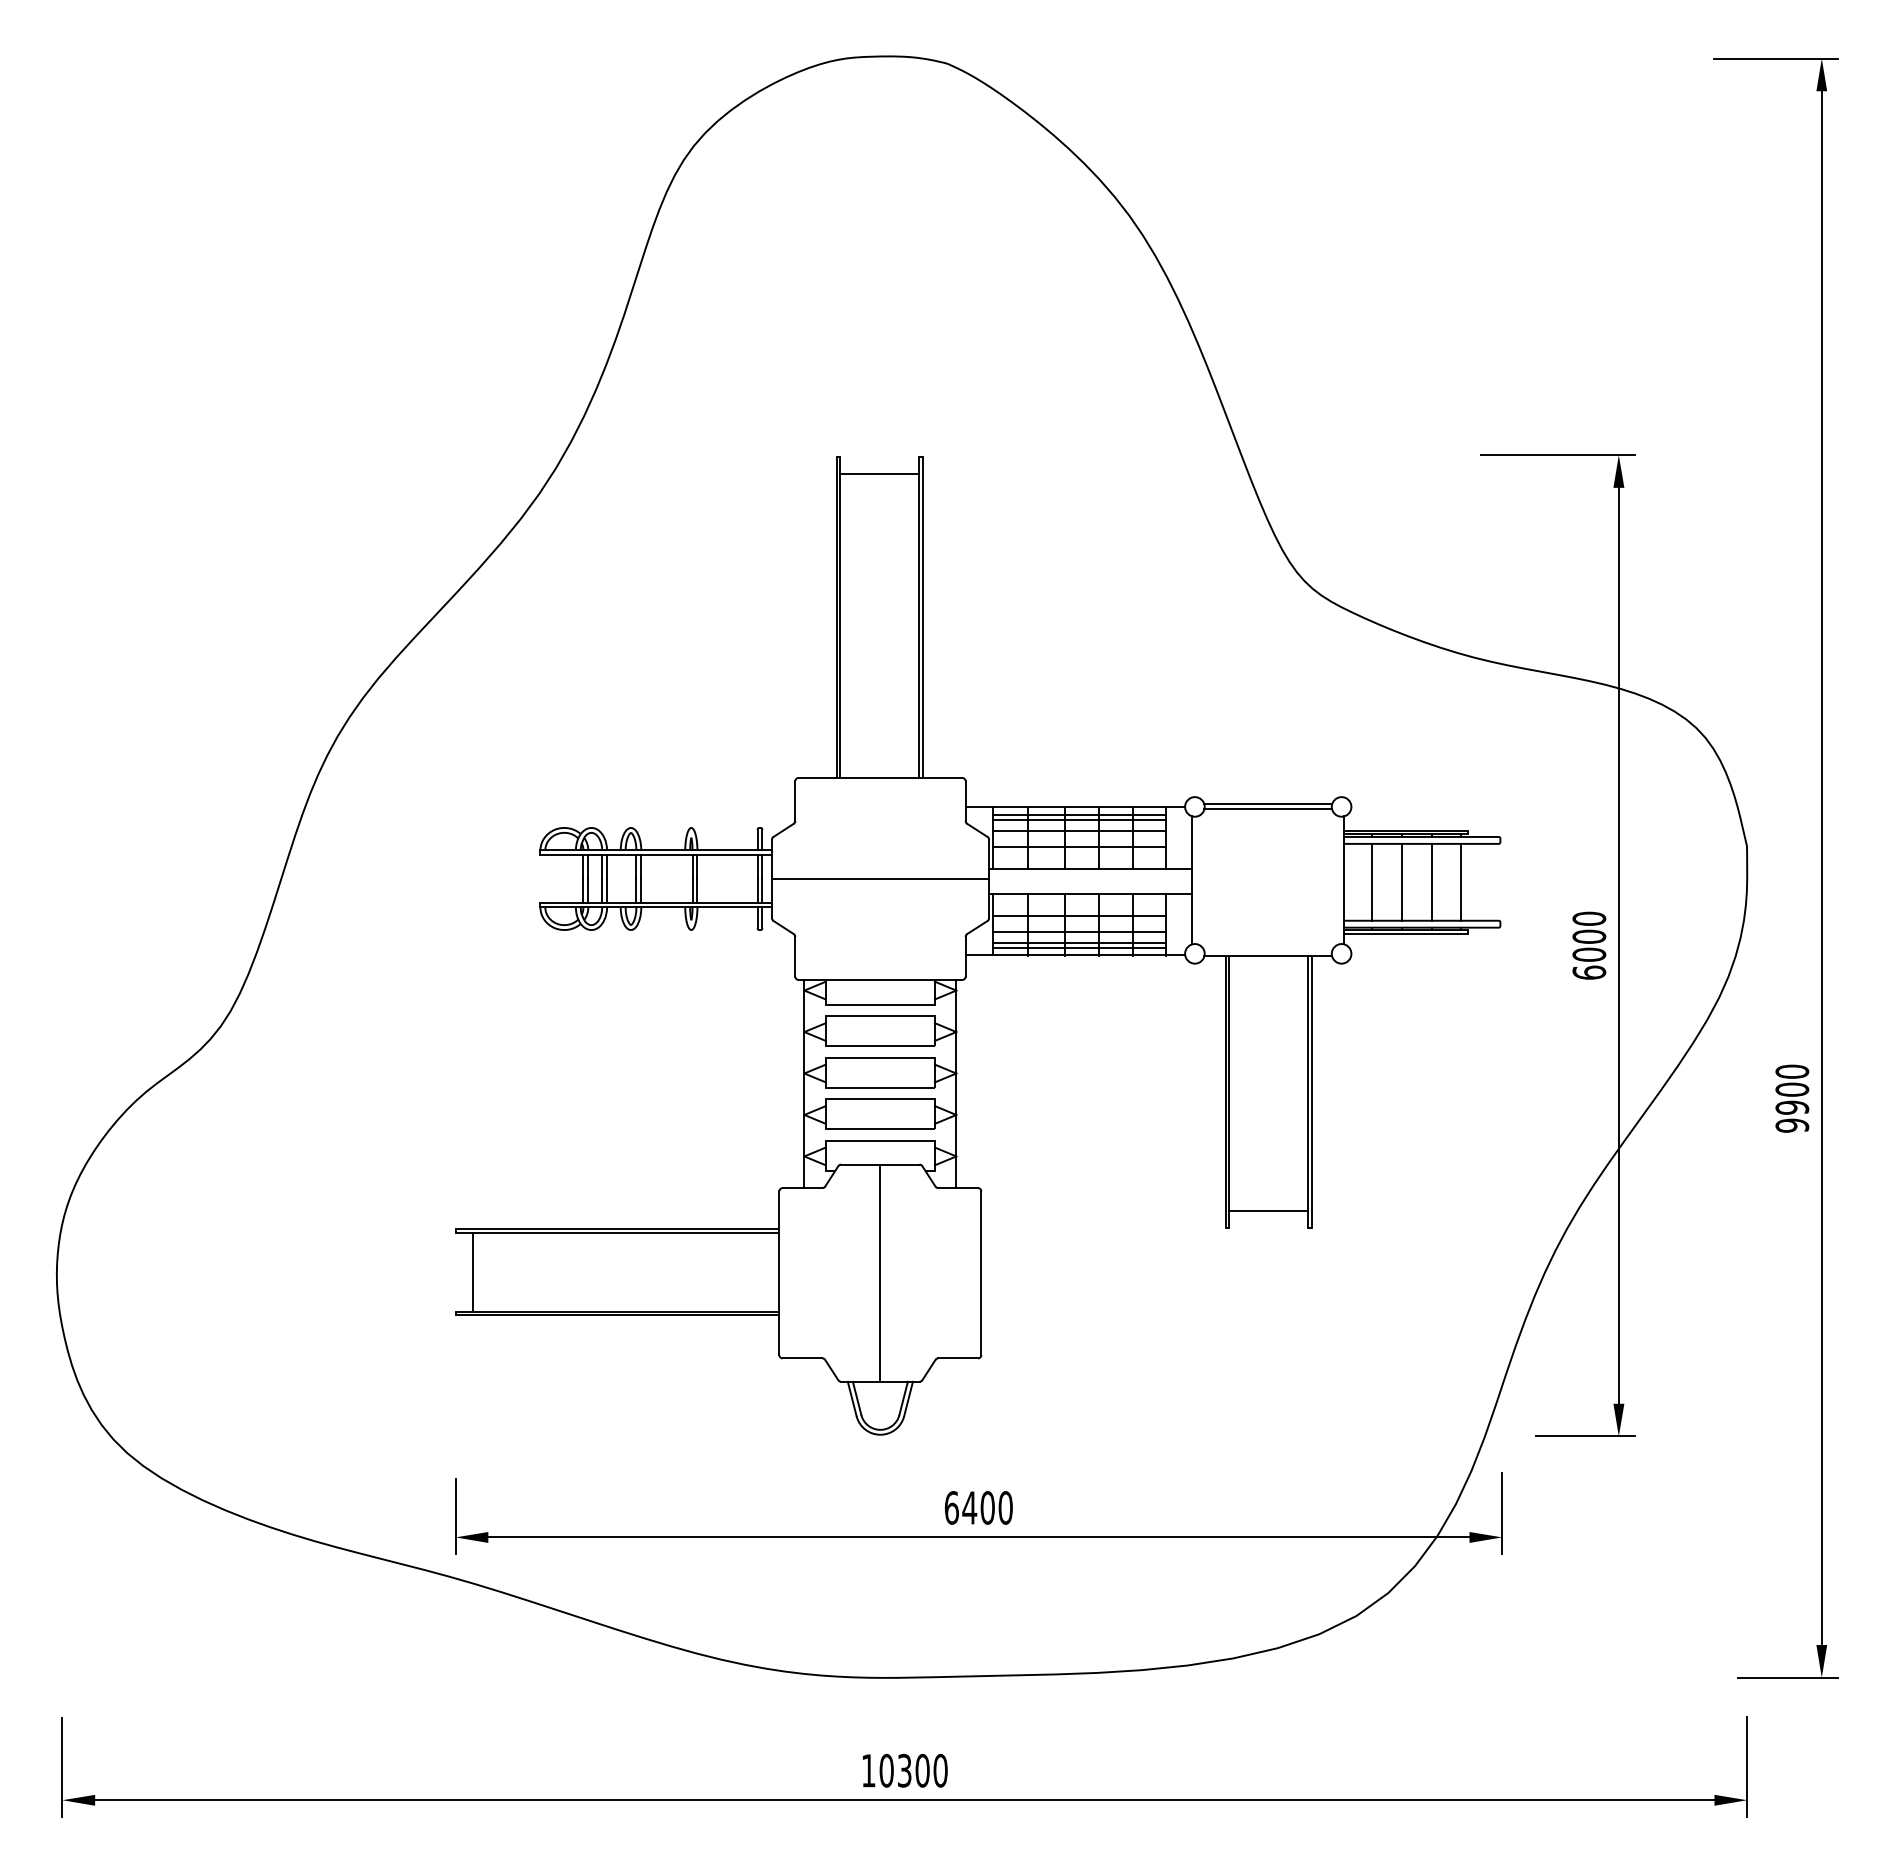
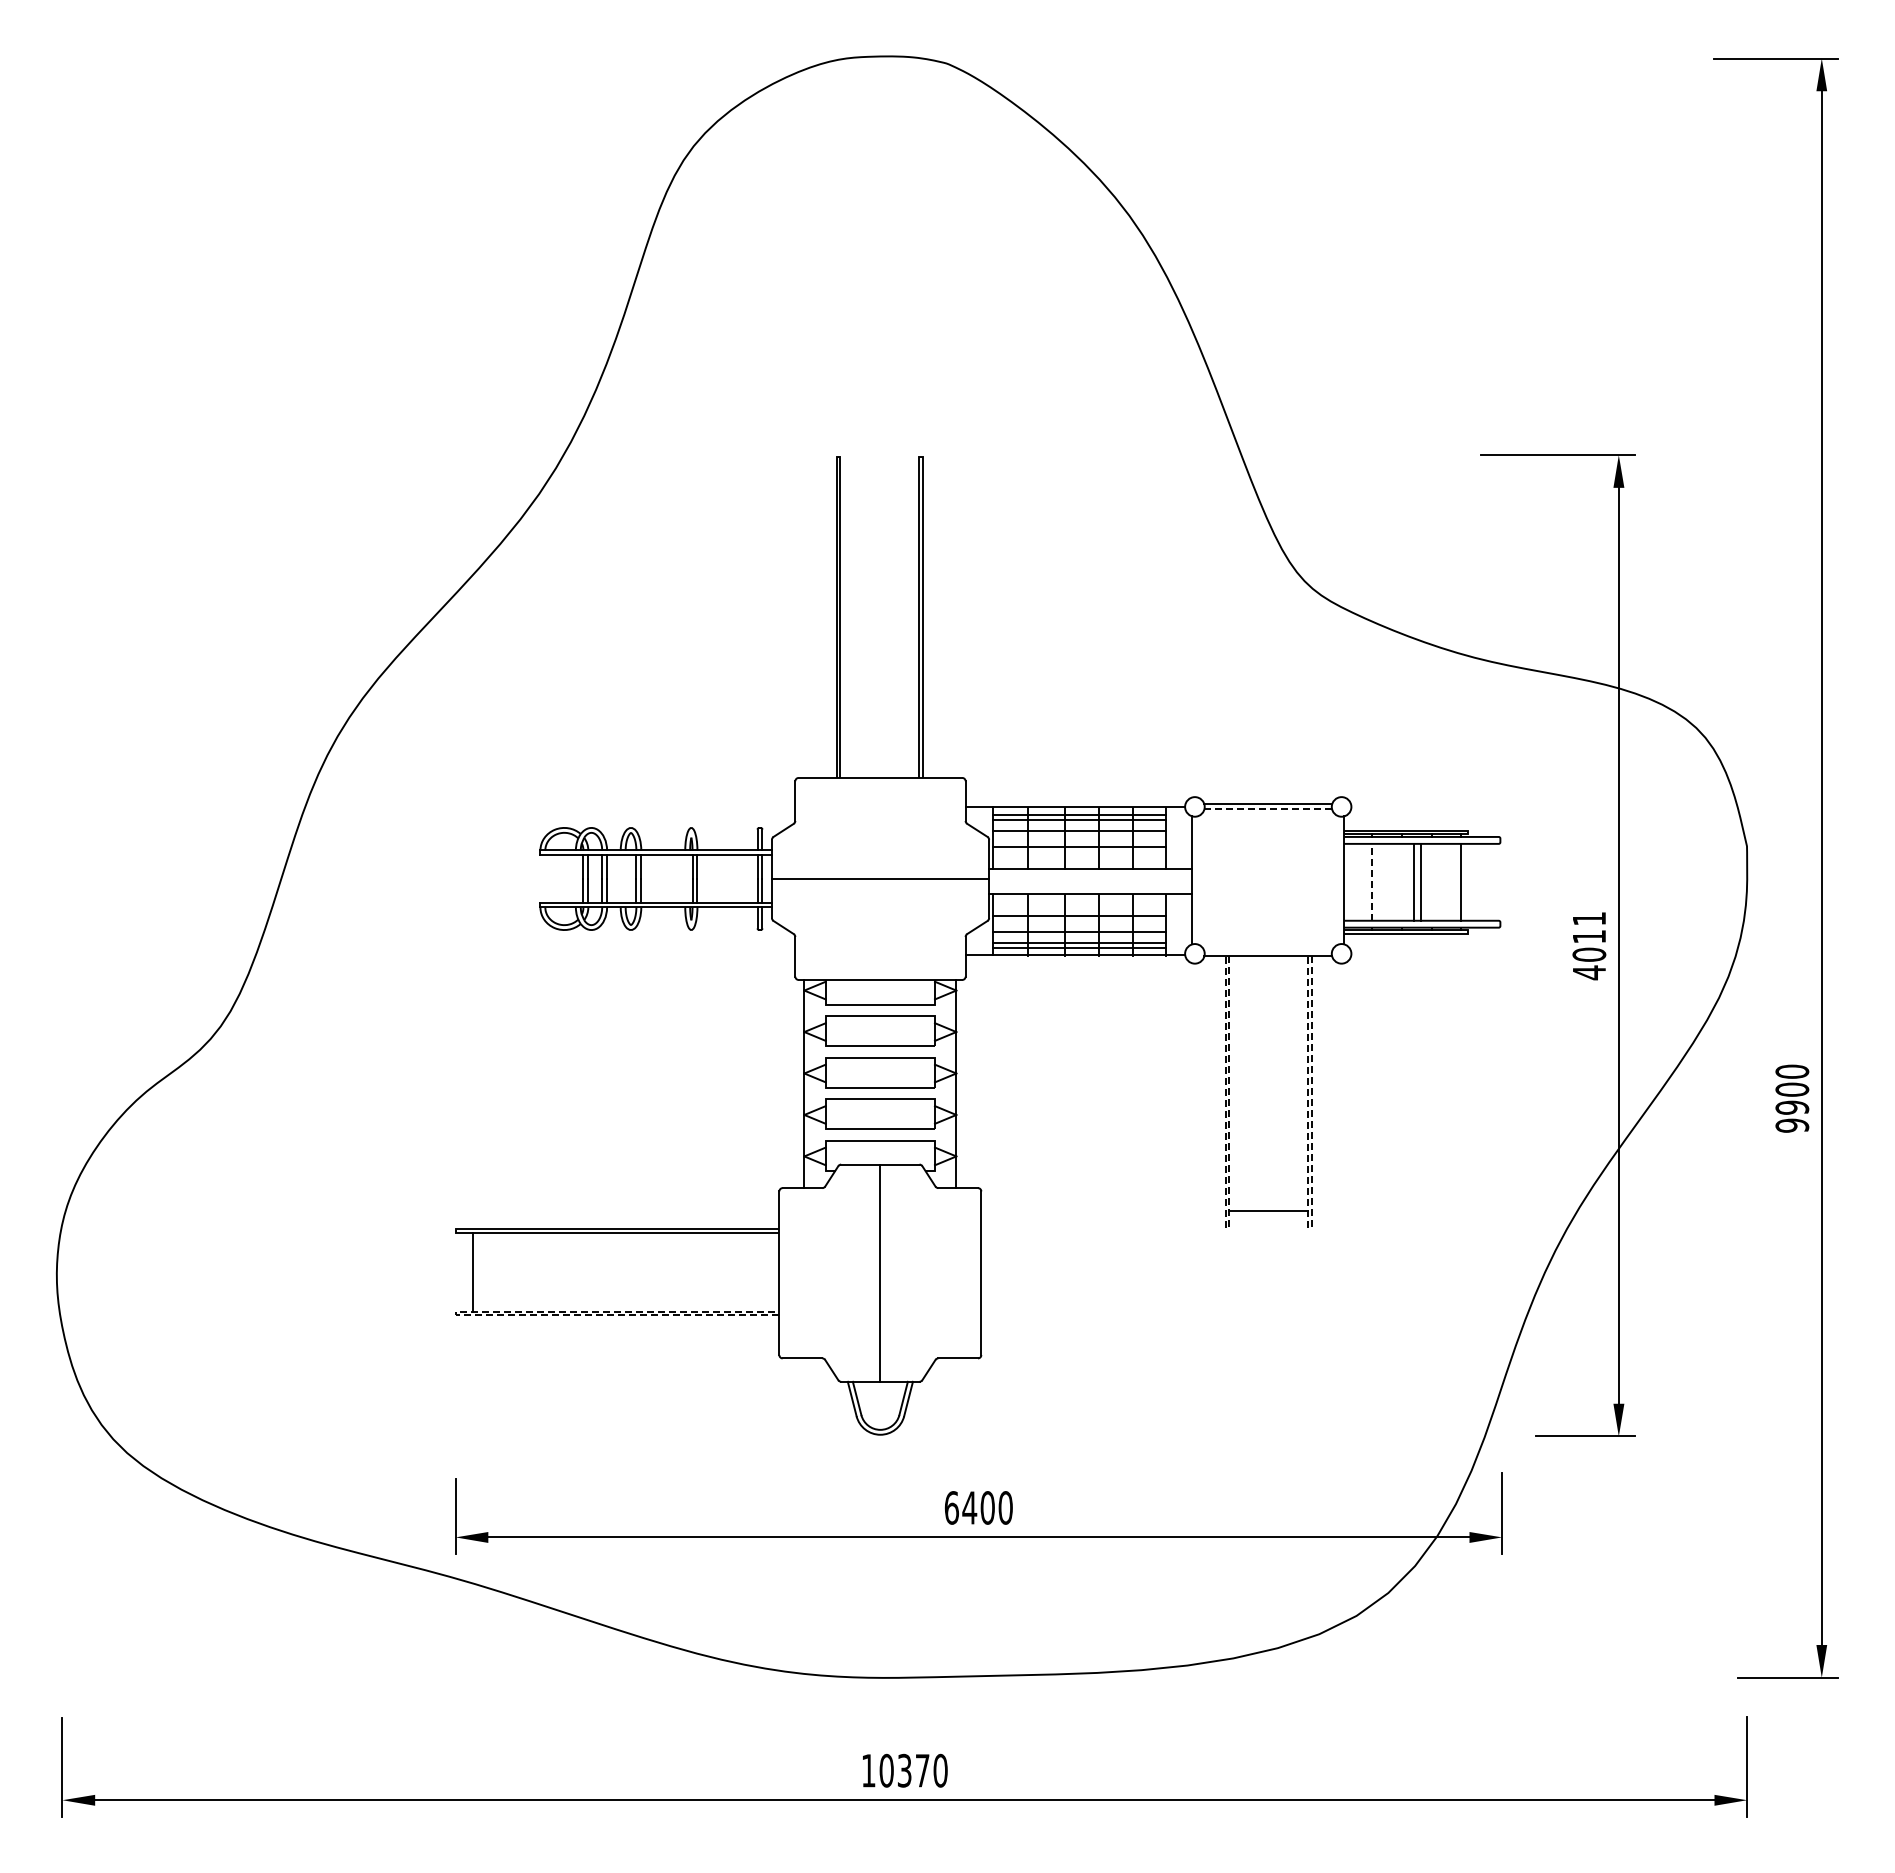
line at (879, 473): present -> none
line at (1268, 809): solid -> dashed
line at (1372, 881): solid -> dashed
line at (1401, 881) position: (1401, 881) -> (1413, 881)
line at (1431, 881) position: (1431, 881) -> (1420, 881)
text at (1589, 945): 6000 -> 4011
line at (1227, 1228): solid -> dashed
line at (1309, 1228): solid -> dashed
line at (456, 1313): solid -> dashed
text at (922, 1770): 10300 -> 10370
